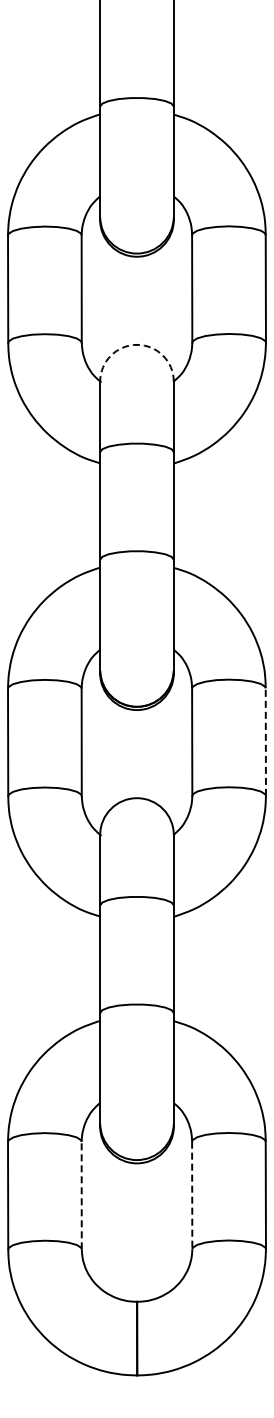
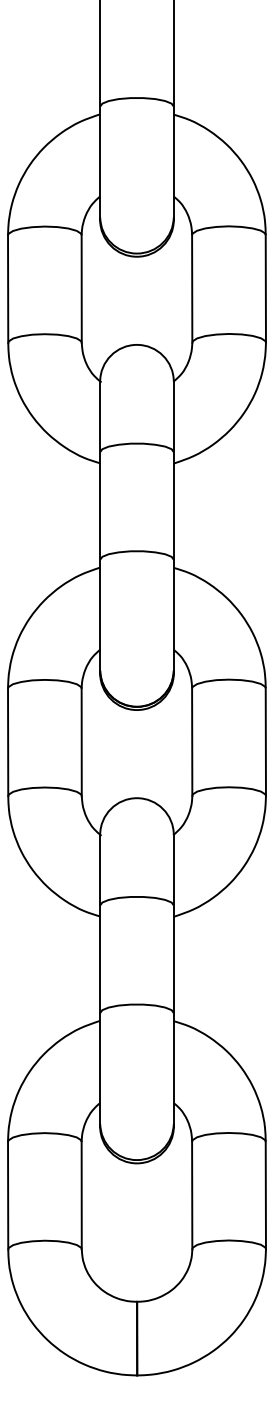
arc at (137, 344): dashed -> solid
line at (265, 742): dashed -> solid
line at (81, 1195): dashed -> solid
line at (192, 1195): dashed -> solid
